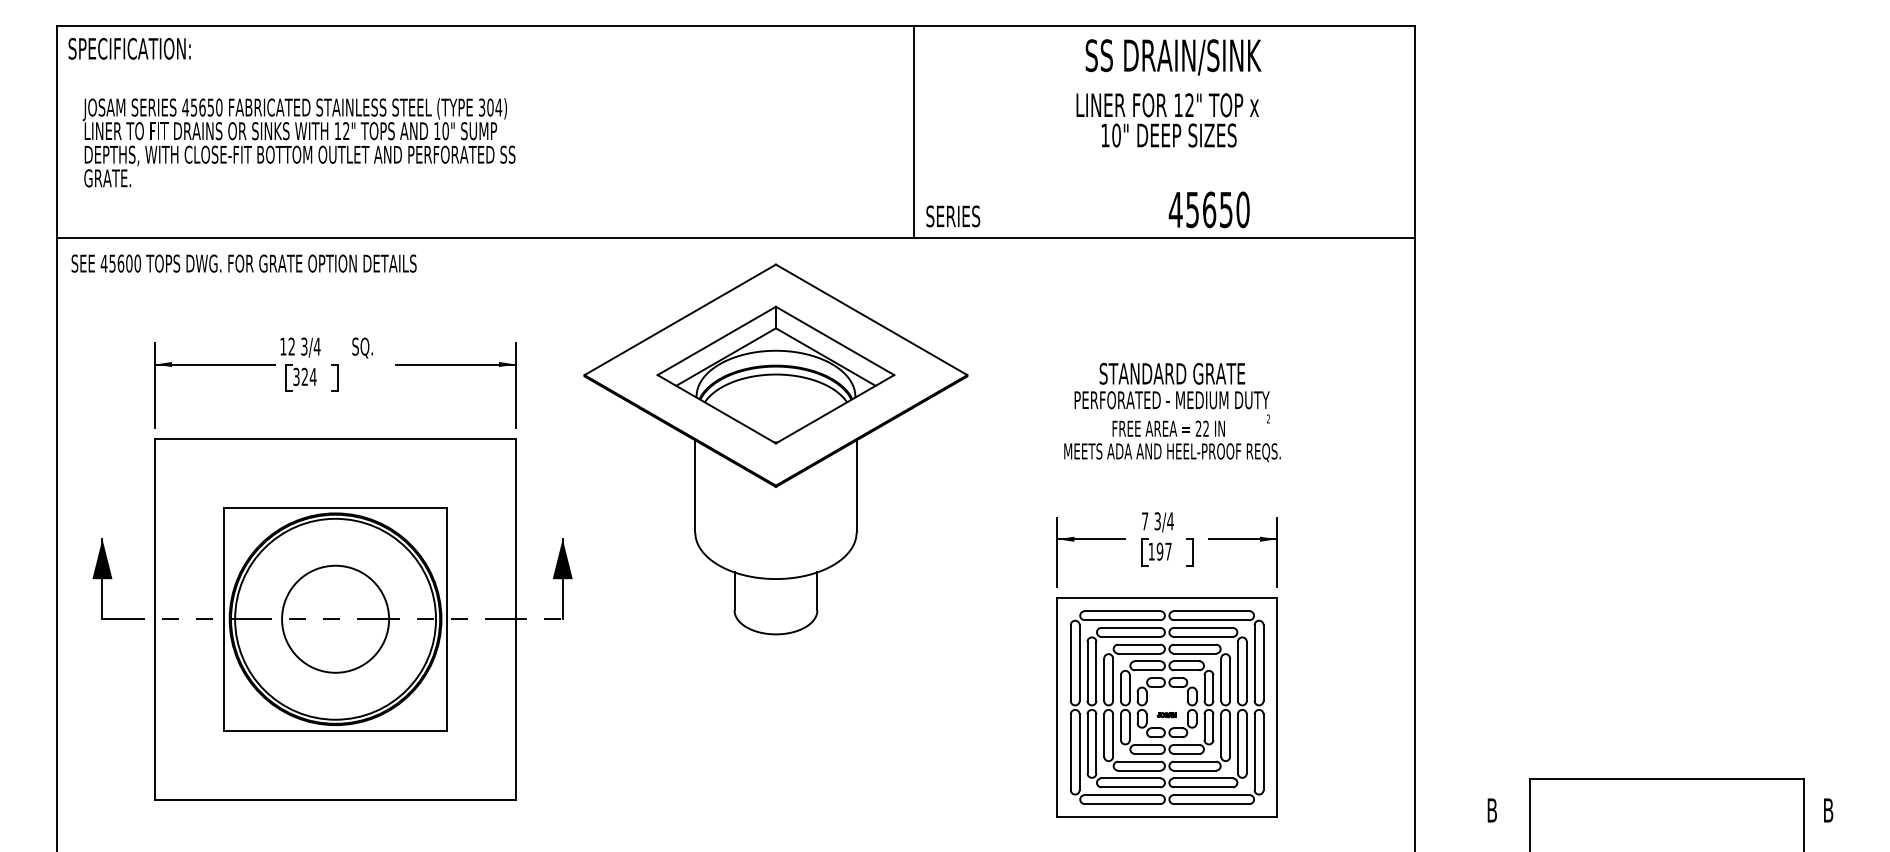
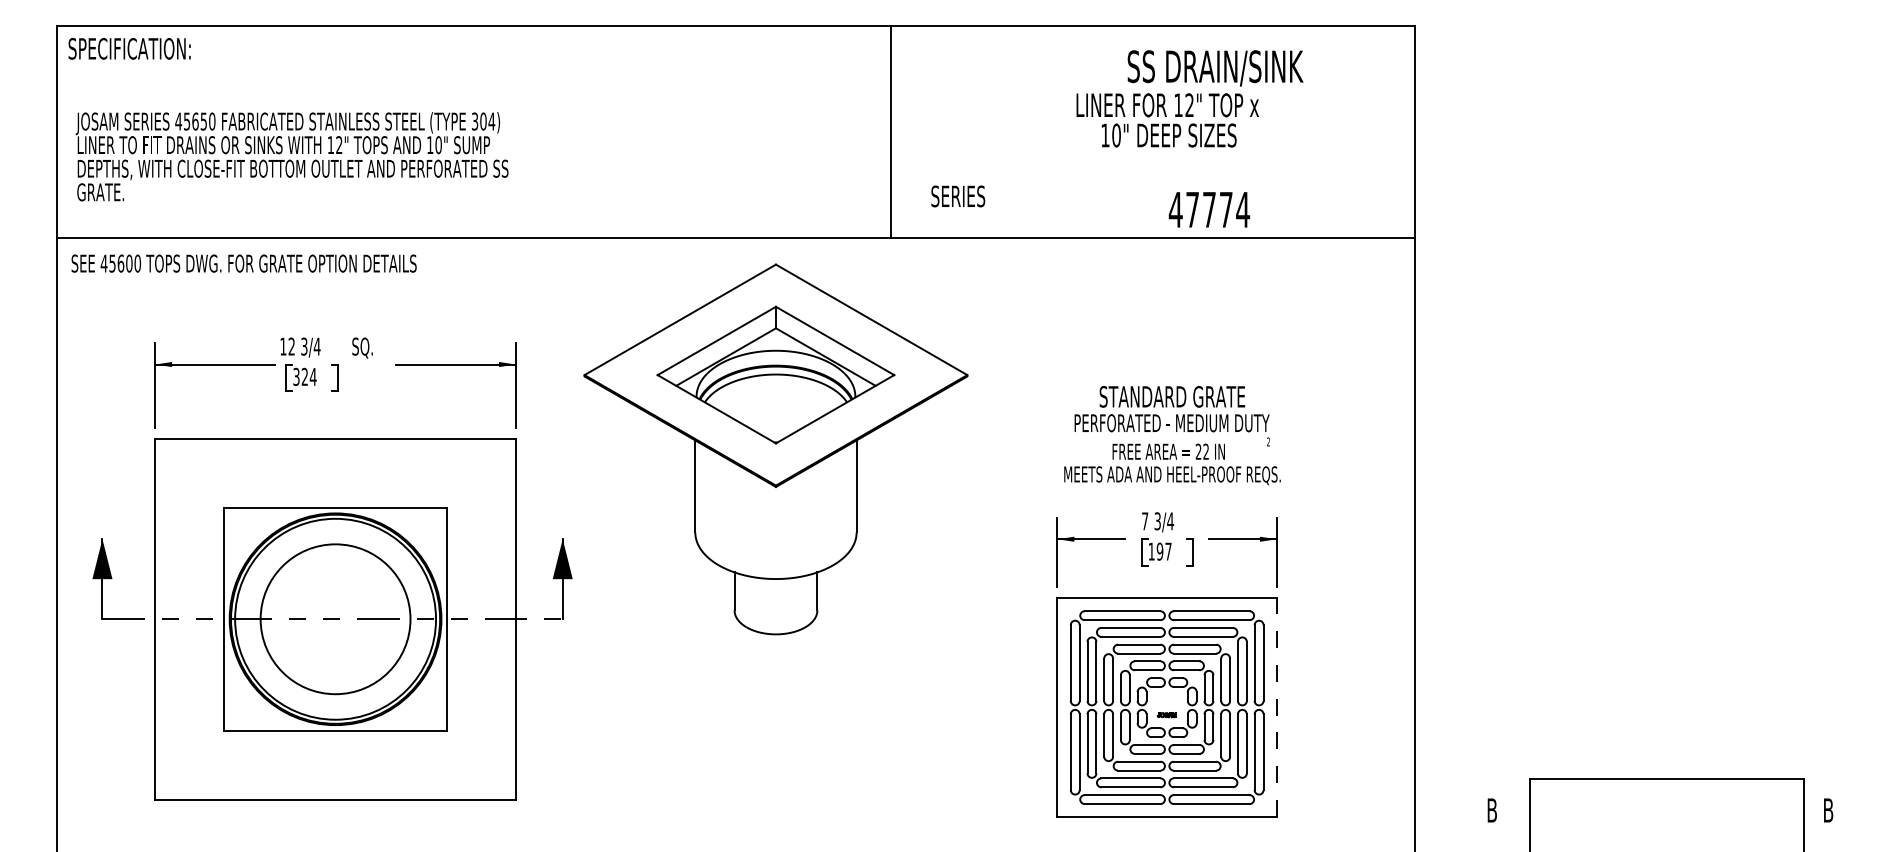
text at (1173, 57) position: (1173, 57) -> (1215, 68)
line at (913, 131) position: (913, 131) -> (890, 131)
text at (298, 142) position: (298, 142) -> (291, 156)
text at (1217, 209): 45650 -> 47774
text at (953, 216) position: (953, 216) -> (958, 196)
text at (1172, 412) position: (1172, 412) -> (1172, 435)
circle at (335, 618) diameter: 107 px -> 150 px
line at (1276, 707): solid -> dashed
